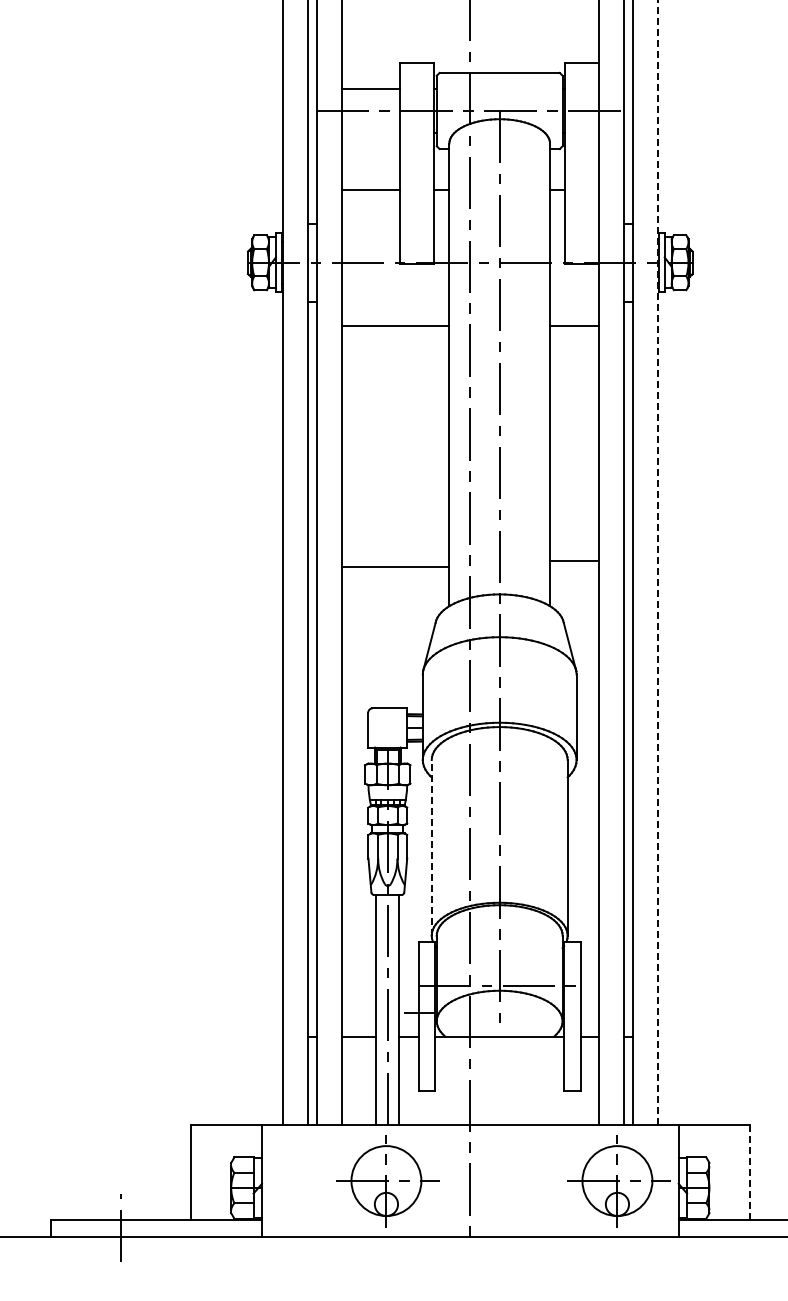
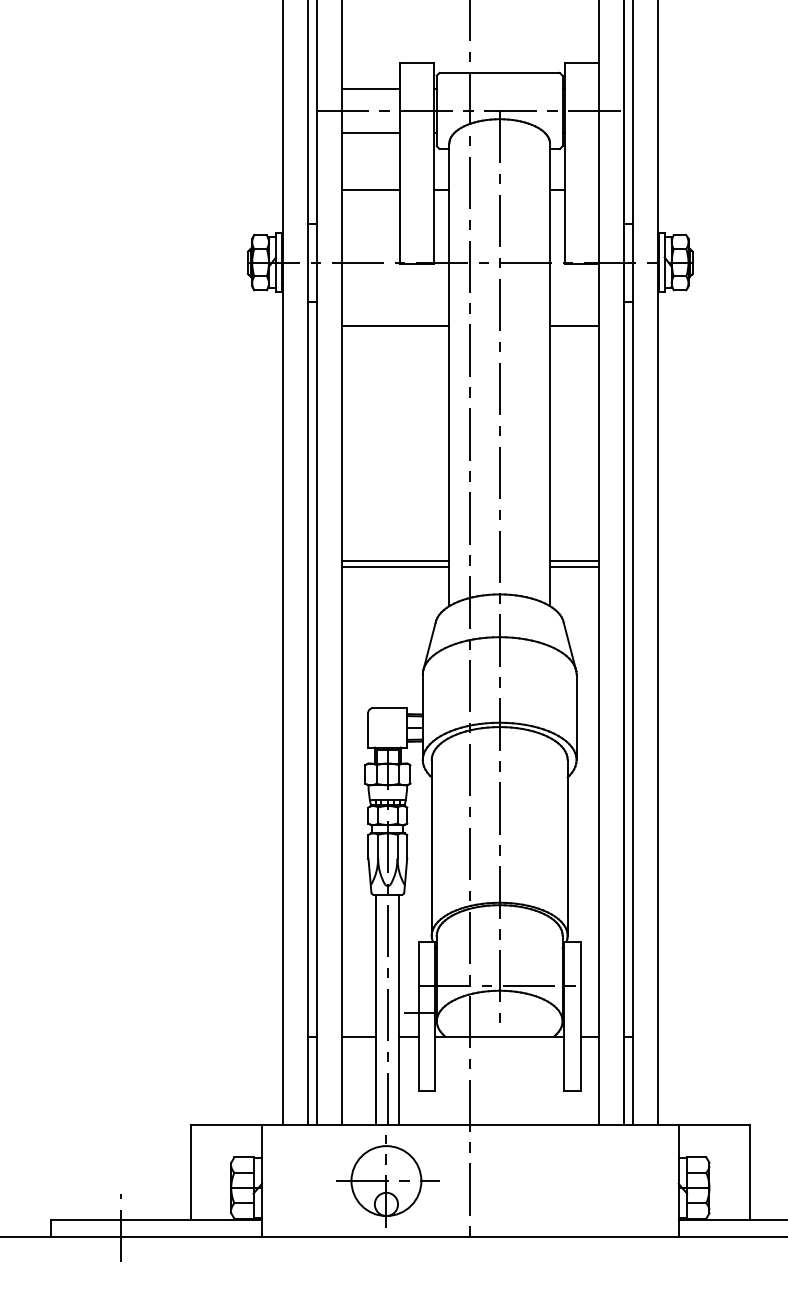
line at (370, 133): none -> present
line at (395, 561): none -> present
line at (657, 562): dashed -> solid
line at (574, 567): none -> present
line at (431, 847): dashed -> solid
line at (750, 1172): dashed -> solid
part at (618, 1181): present -> none
